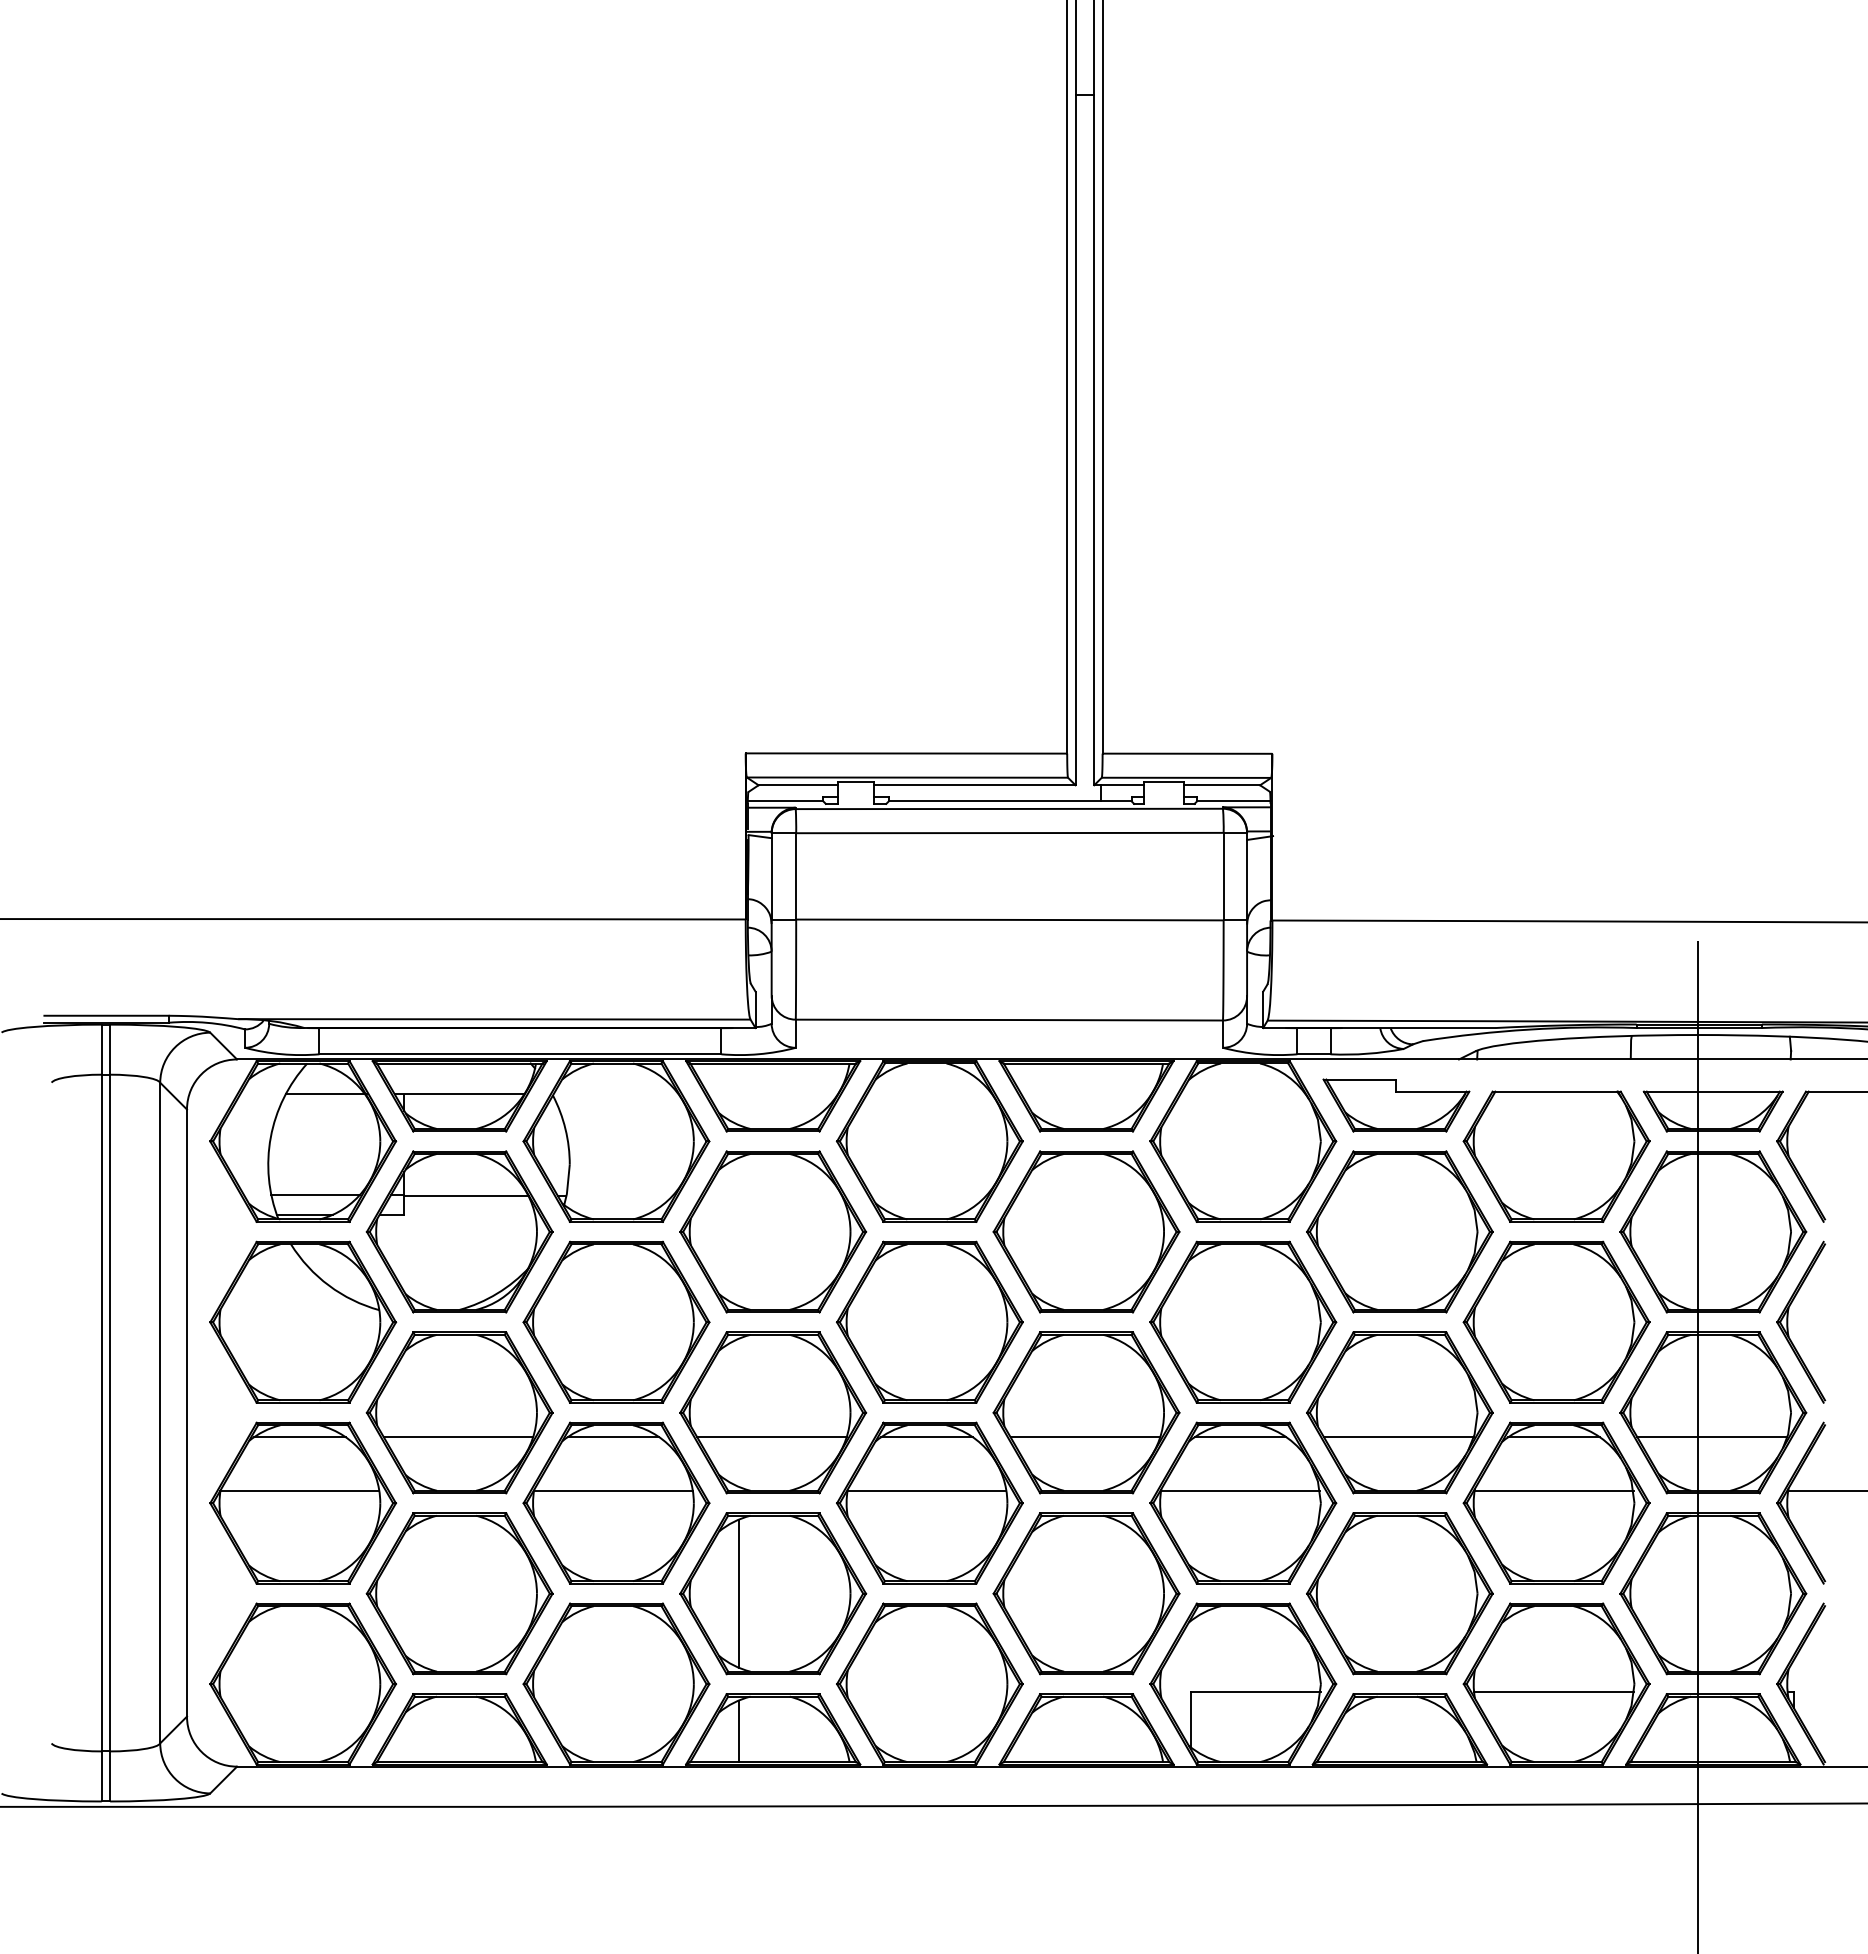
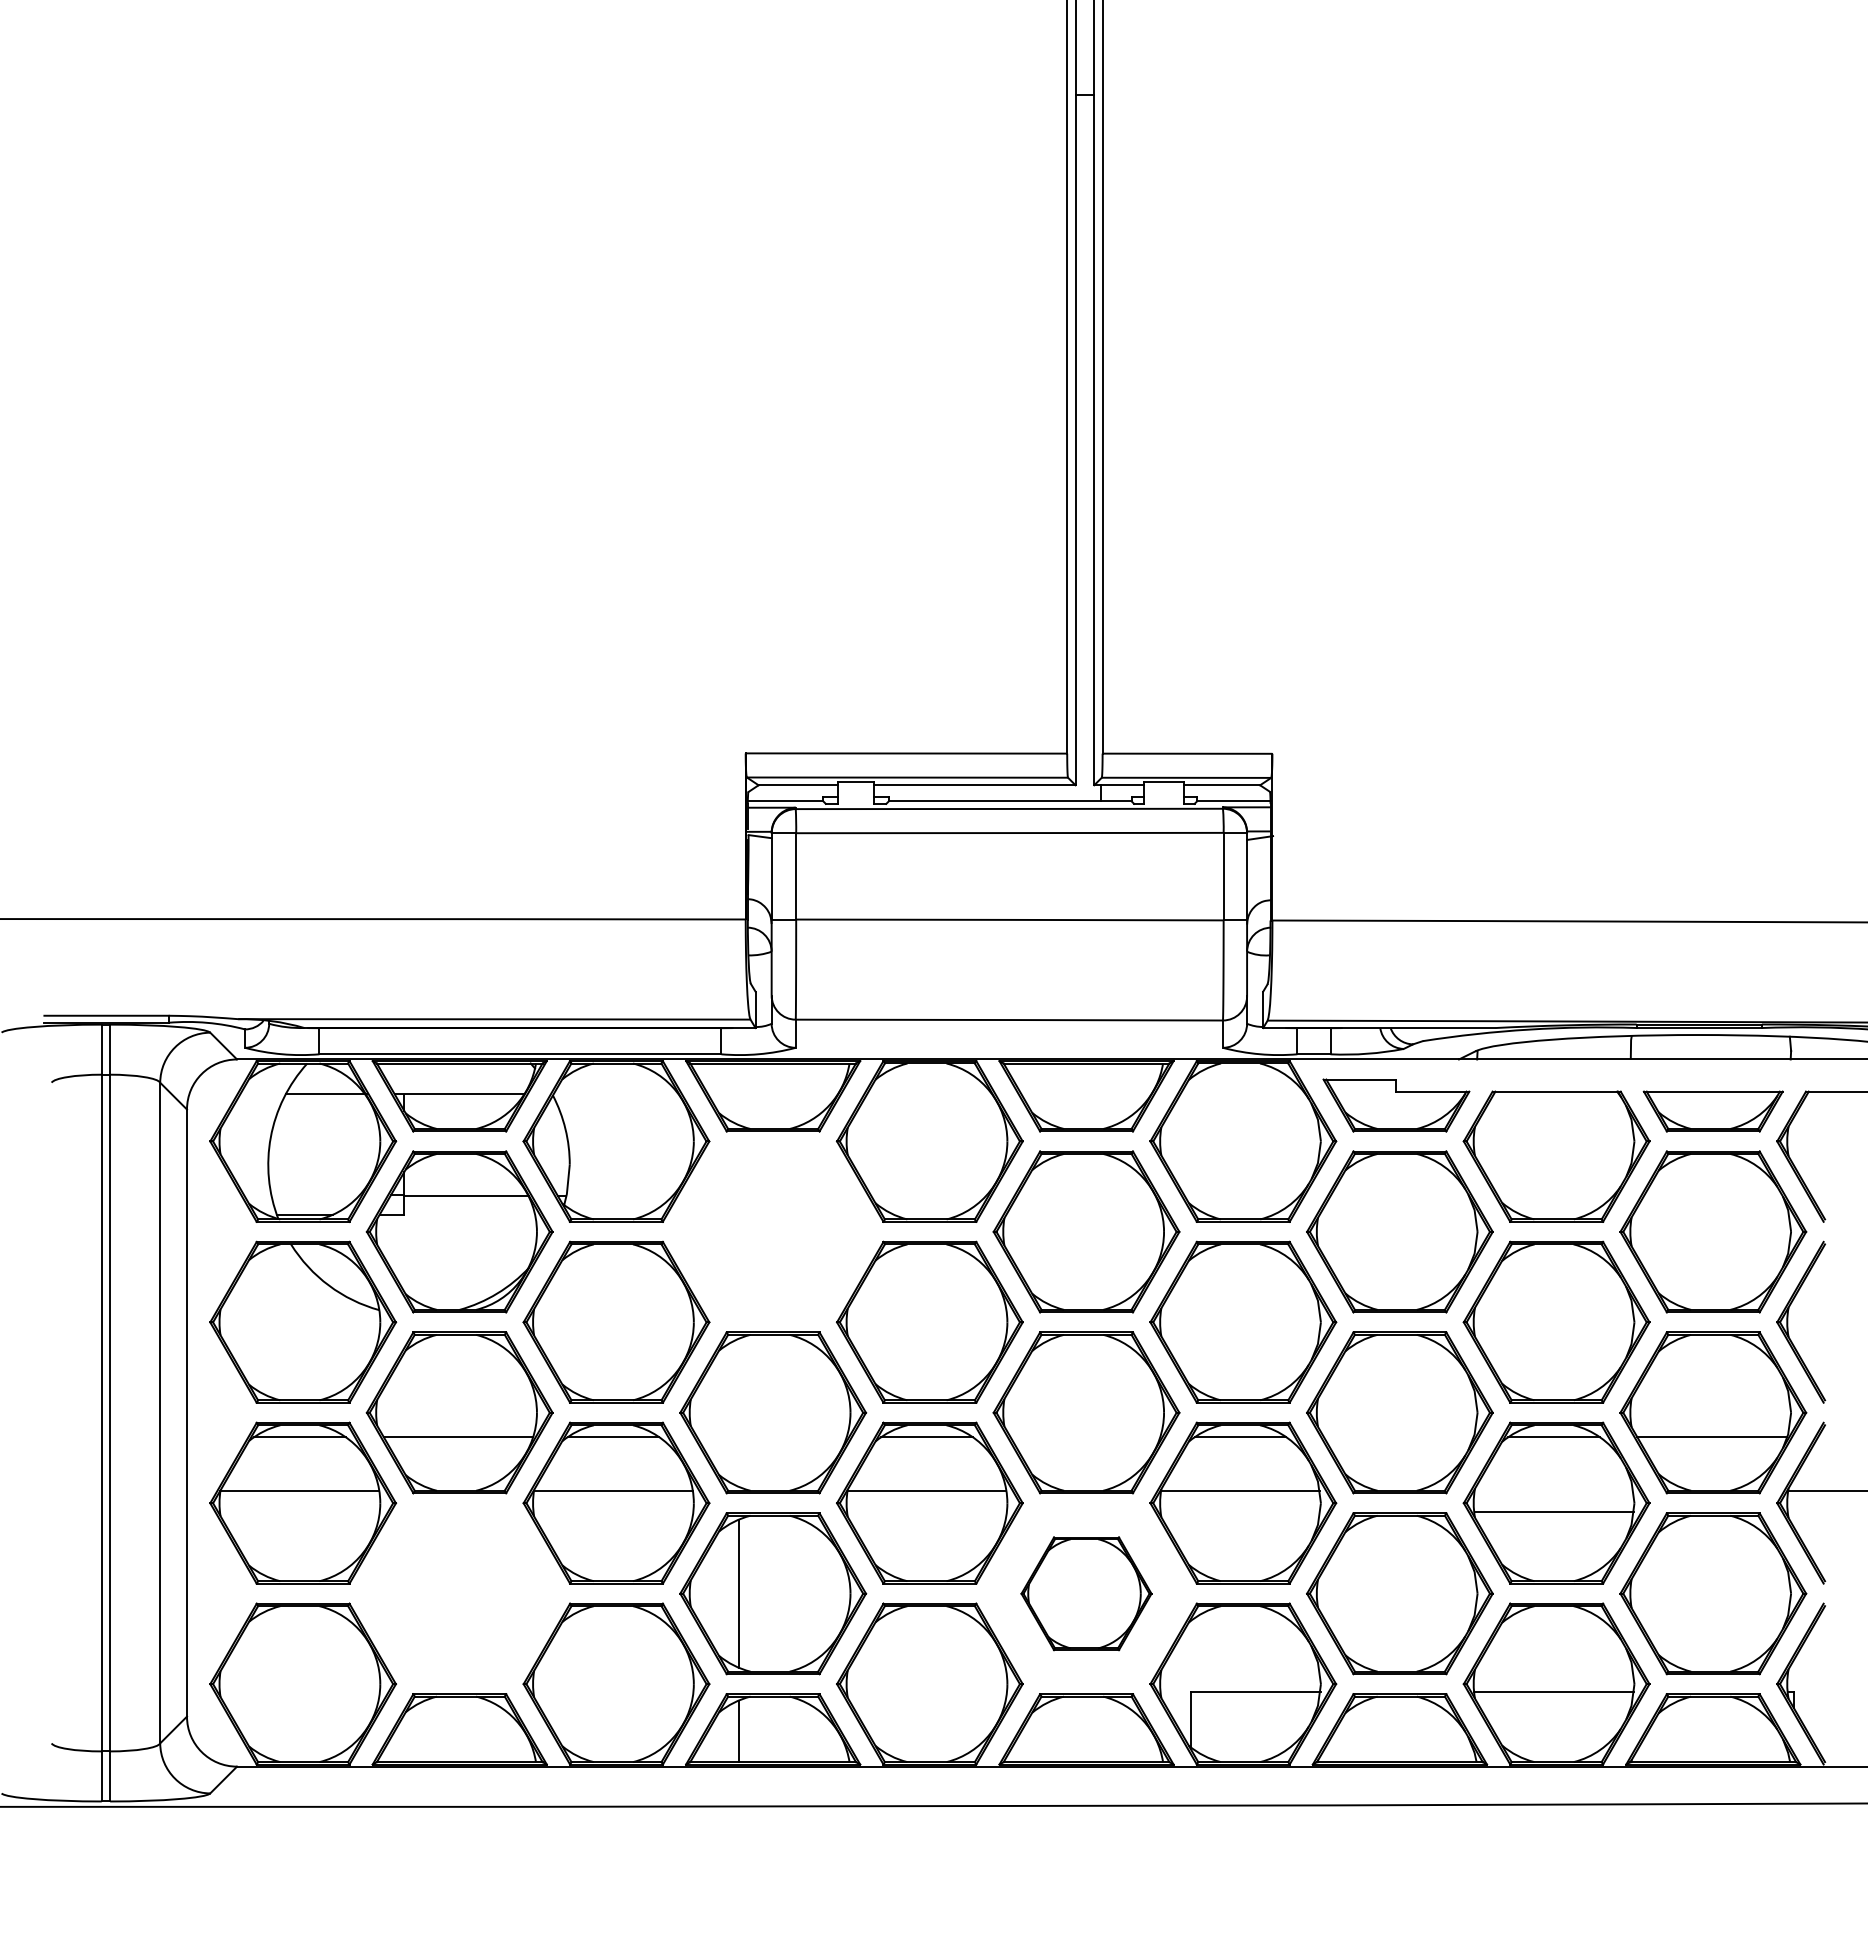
line at (315, 1194): present -> none
part at (773, 1231): present -> none
line at (771, 1437): present -> none
line at (1085, 1437): present -> none
line at (1398, 1437): present -> none
line at (1698, 1445): present -> none
line at (1553, 1491) position: (1553, 1491) -> (1553, 1512)
part at (459, 1593): present -> none
part at (1086, 1593) size: 189x164 px -> 133x116 px
